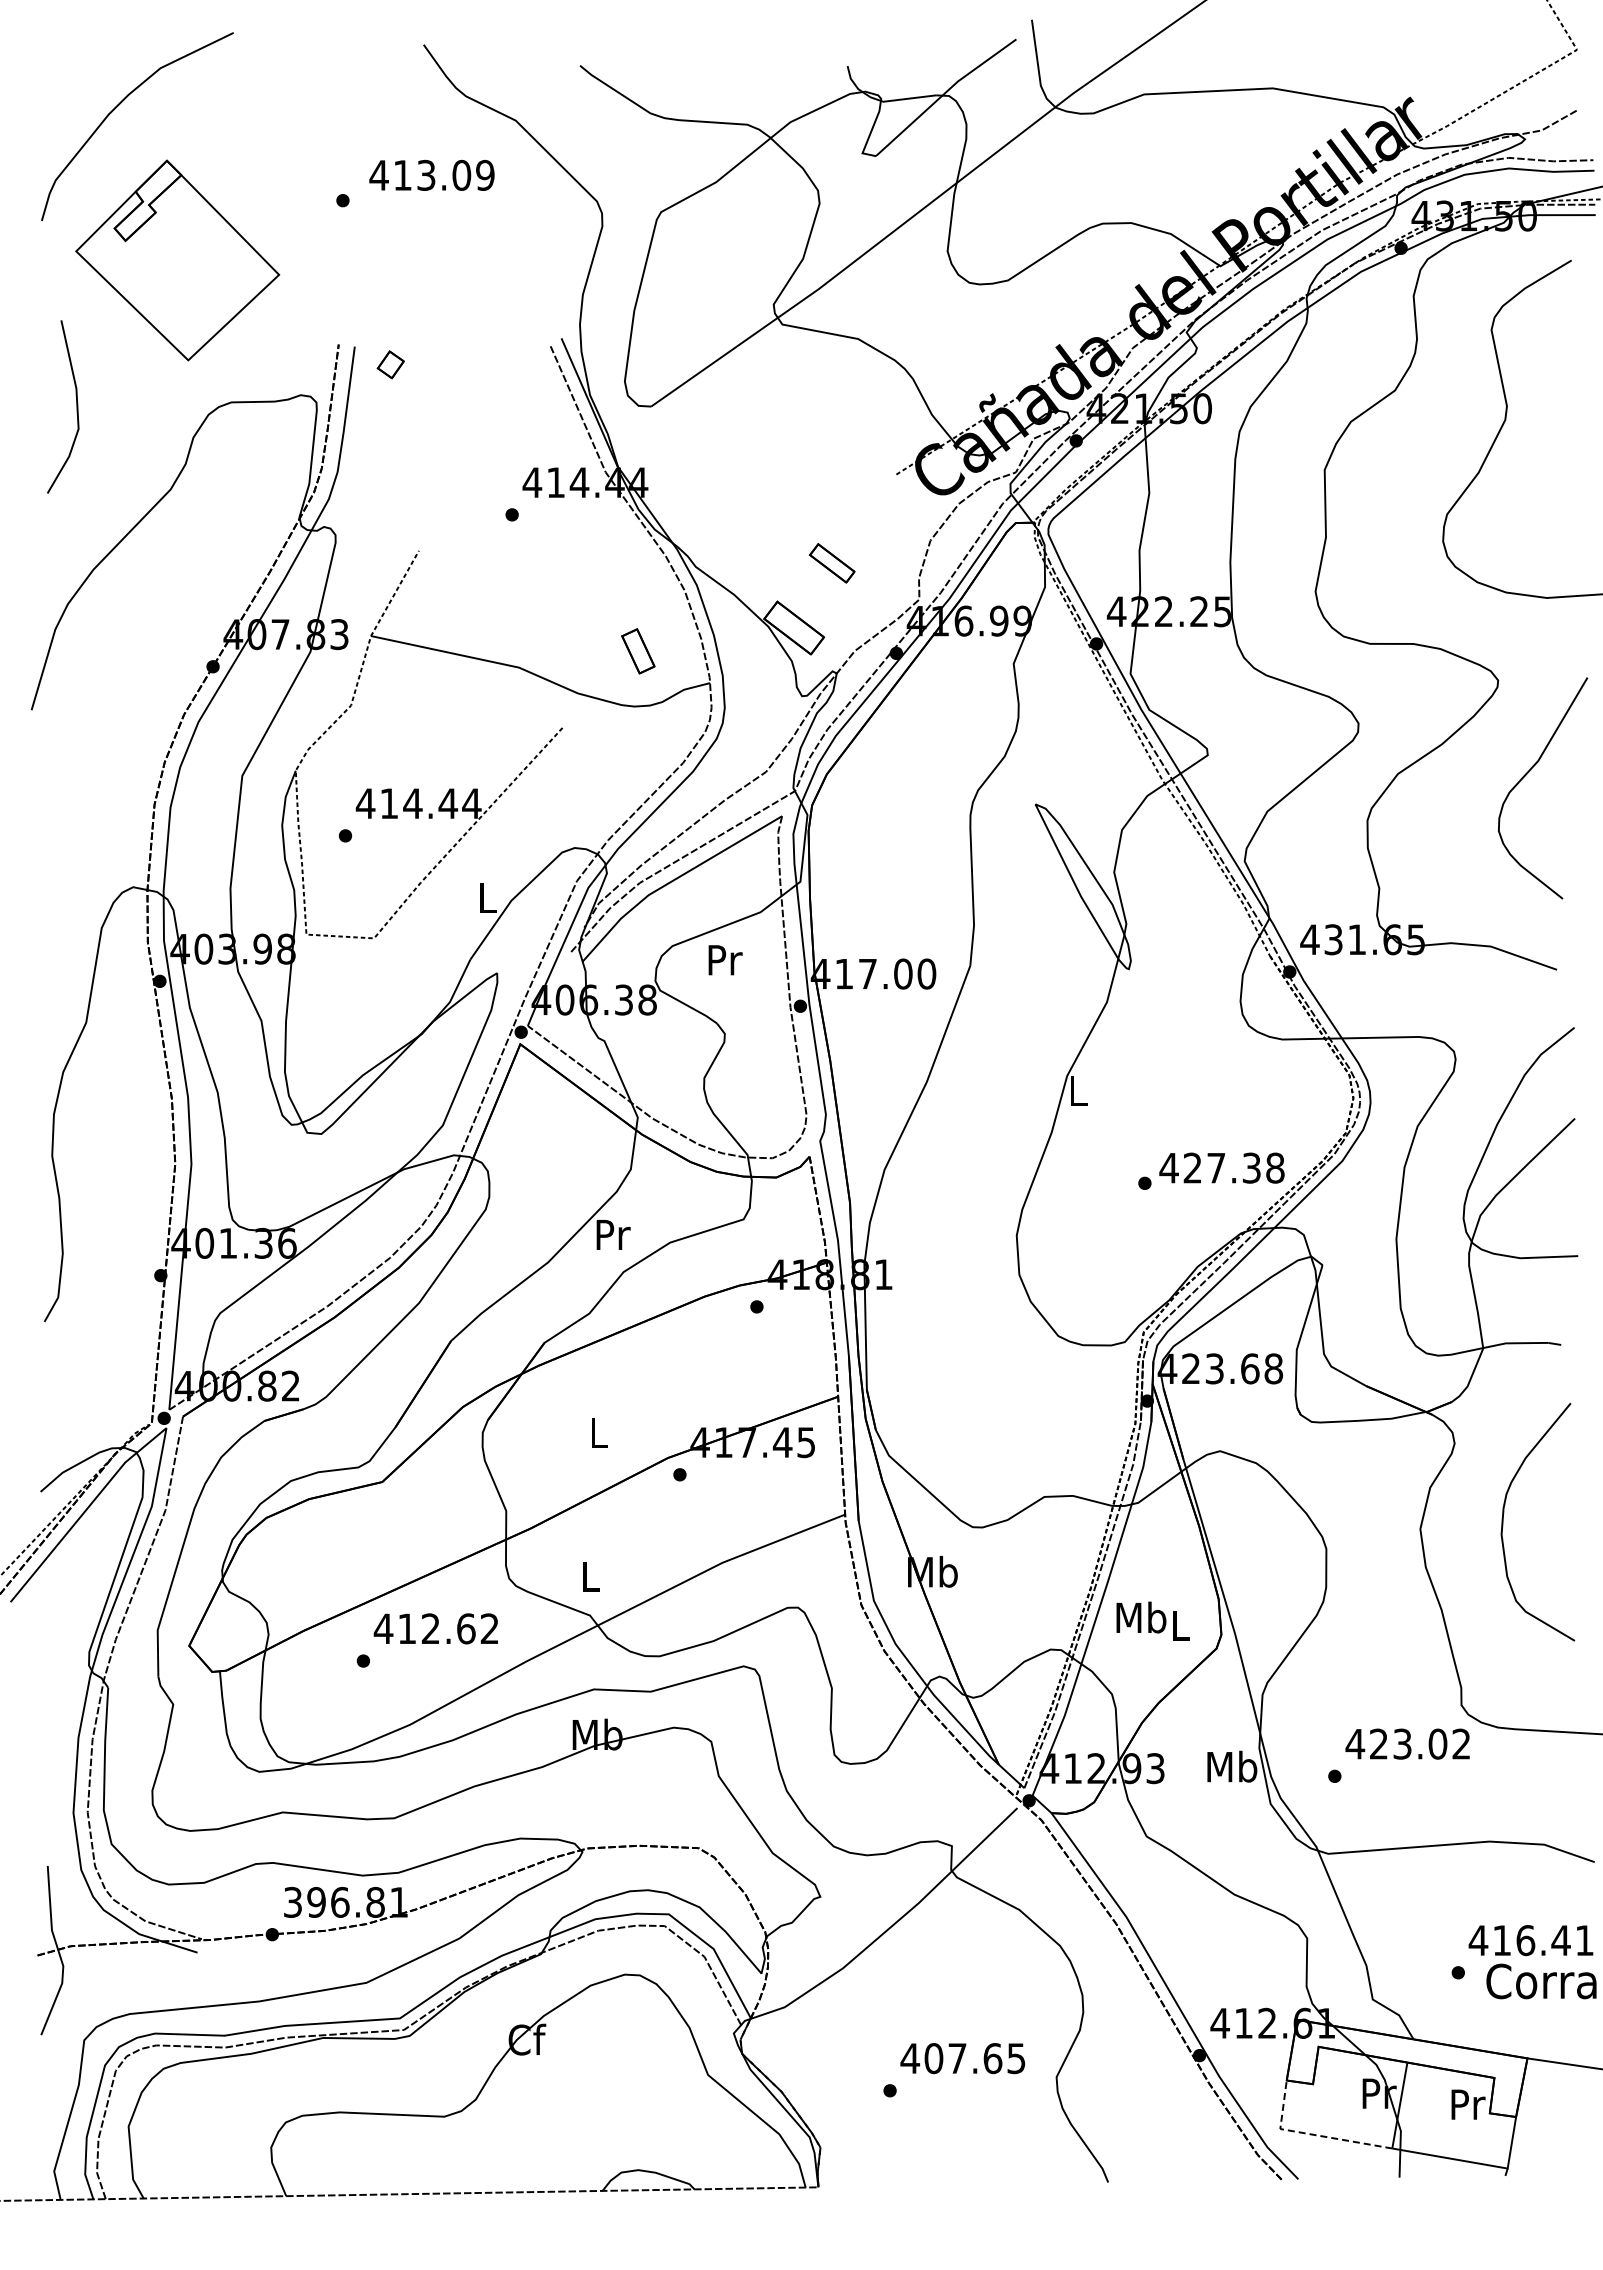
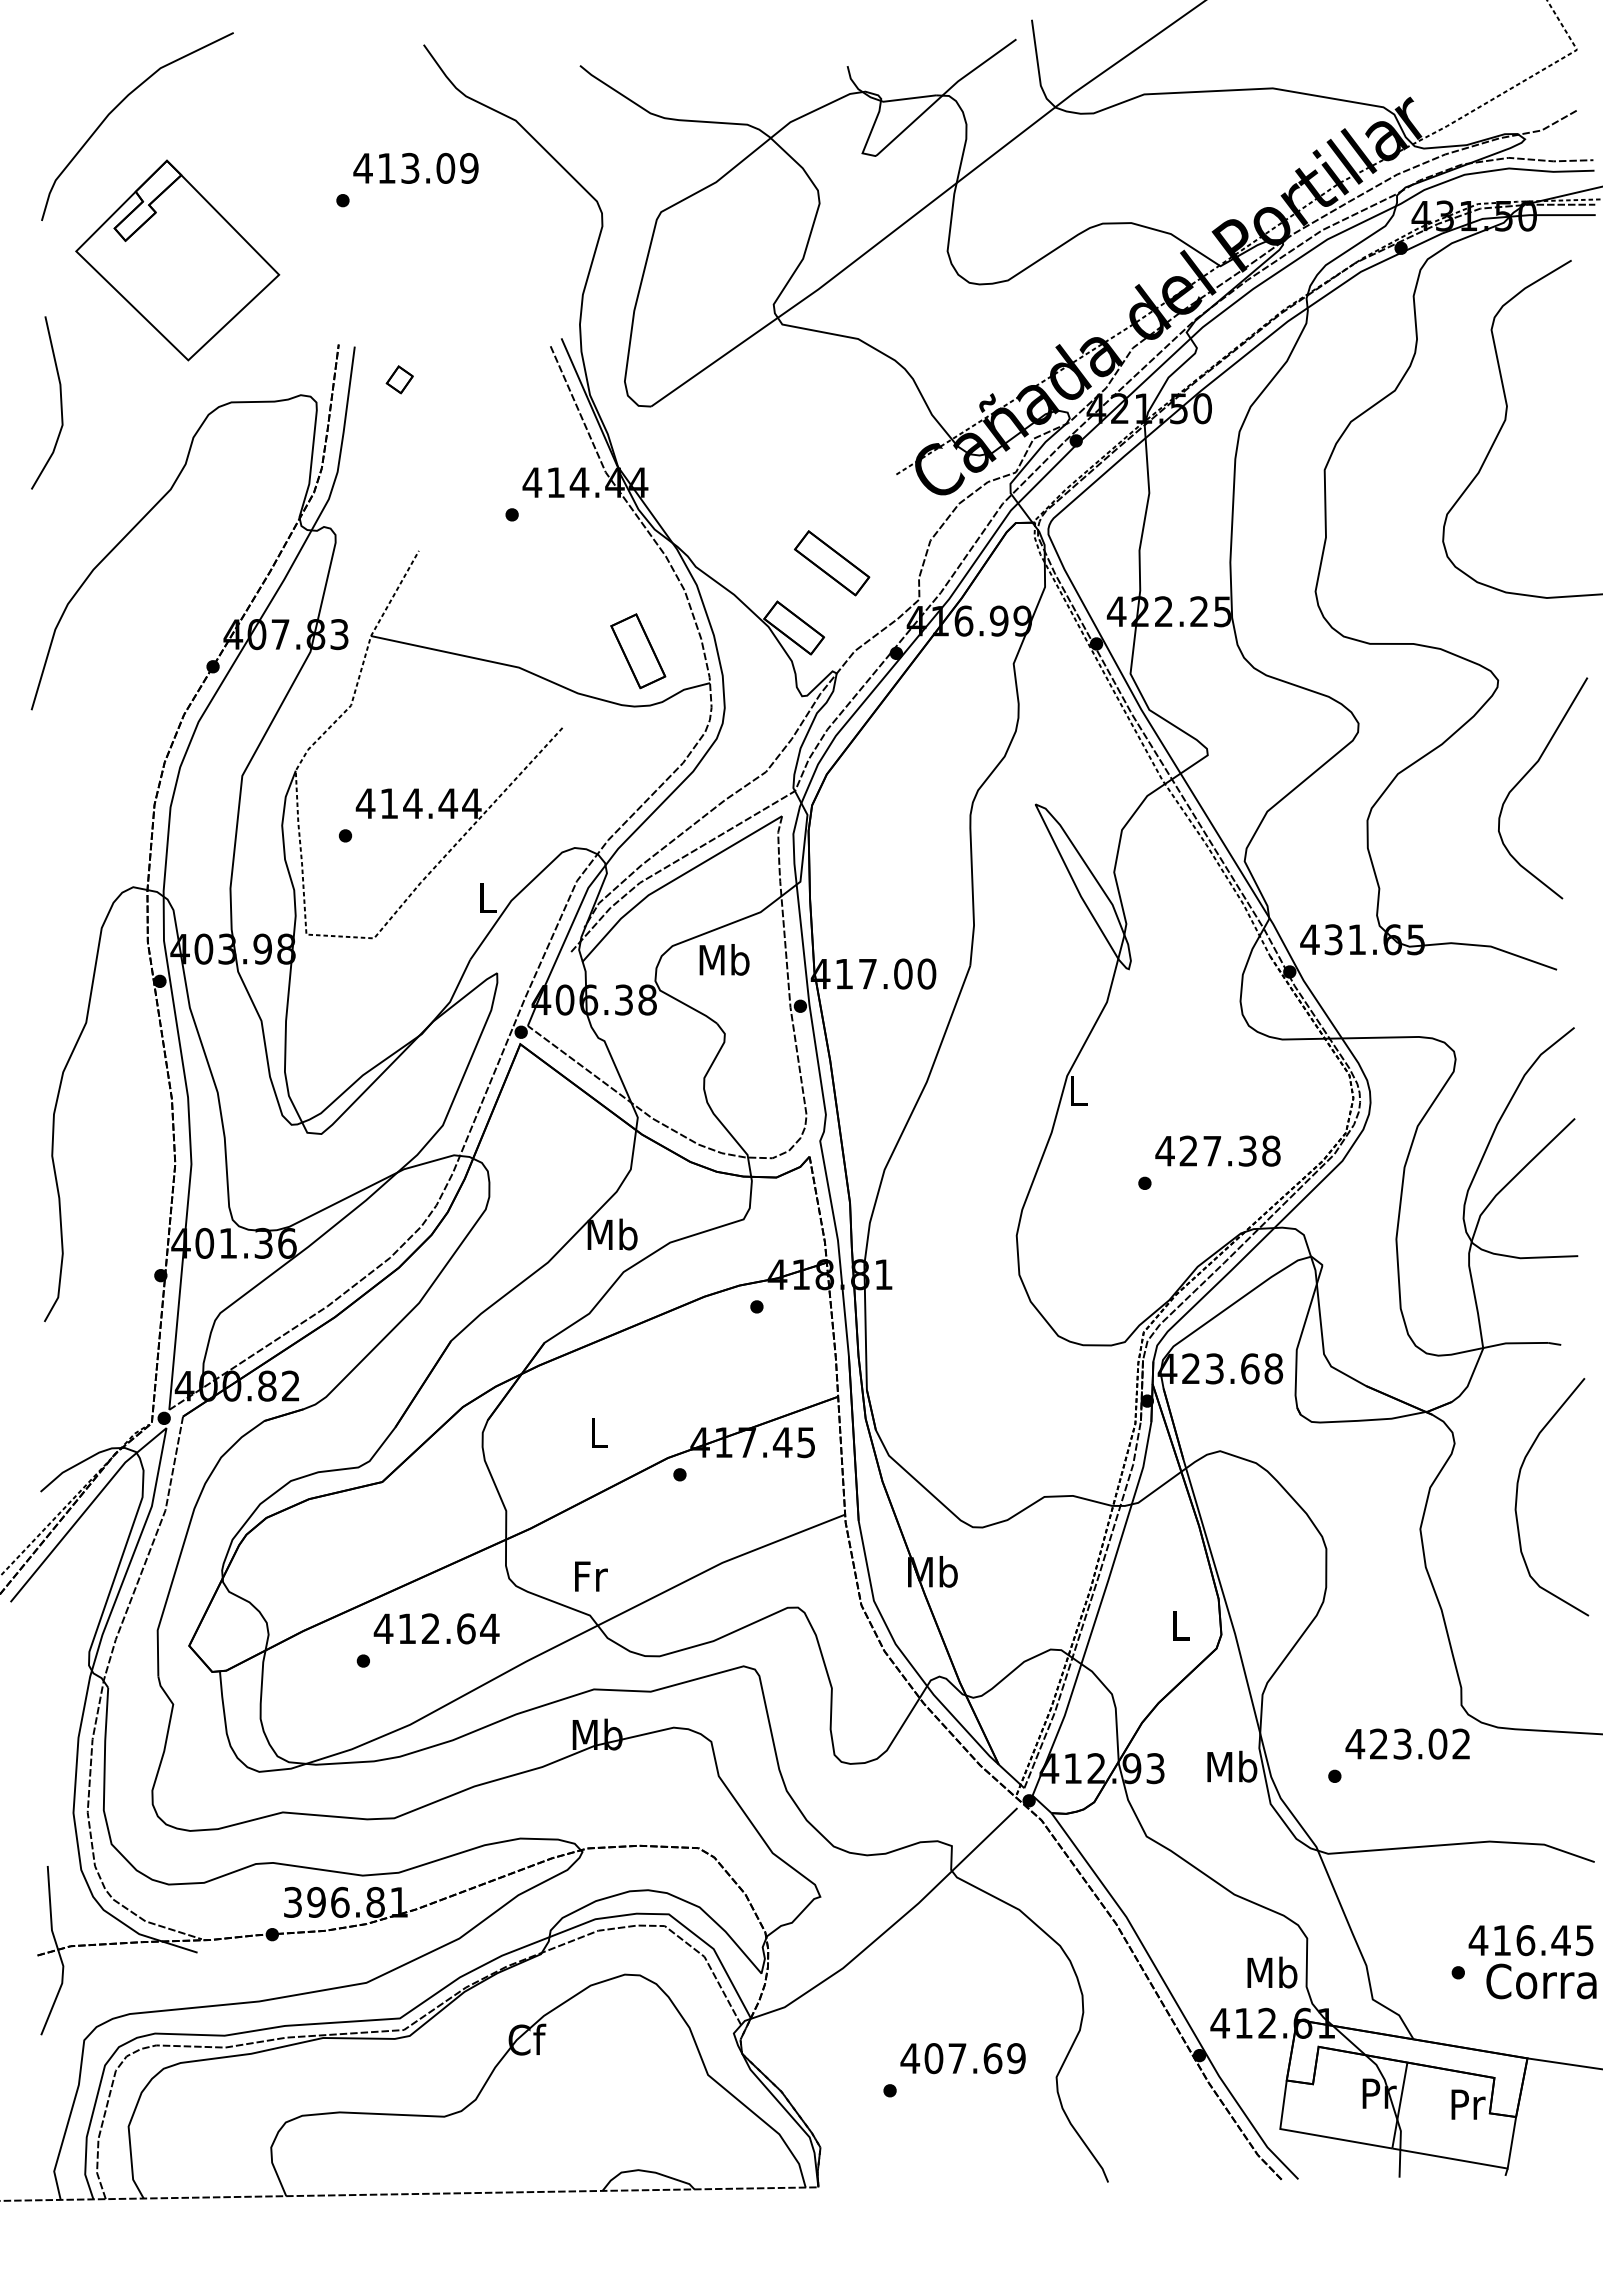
text at (431, 174) position: (431, 174) -> (415, 167)
part at (390, 364) position: (390, 364) -> (399, 379)
line at (76, 406) position: (76, 406) -> (60, 402)
part at (831, 563) size: 48x41 px -> 77x67 px
part at (638, 651) size: 35x47 px -> 57x77 px
text at (724, 959): Pr -> Mb
text at (1221, 1167) position: (1221, 1167) -> (1217, 1150)
text at (612, 1234): Pr -> Mb
curve at (1503, 1522) position: (1503, 1522) -> (1517, 1497)
text at (591, 1576): L -> Fr
text at (1141, 1617) position: (1141, 1617) -> (1272, 1972)
text at (489, 1628): 412.62 -> 412.64
text at (1584, 1940): 416.41 -> 416.45
text at (1016, 2058): 407.65 -> 407.69
line at (1311, 2134): dashed -> solid
